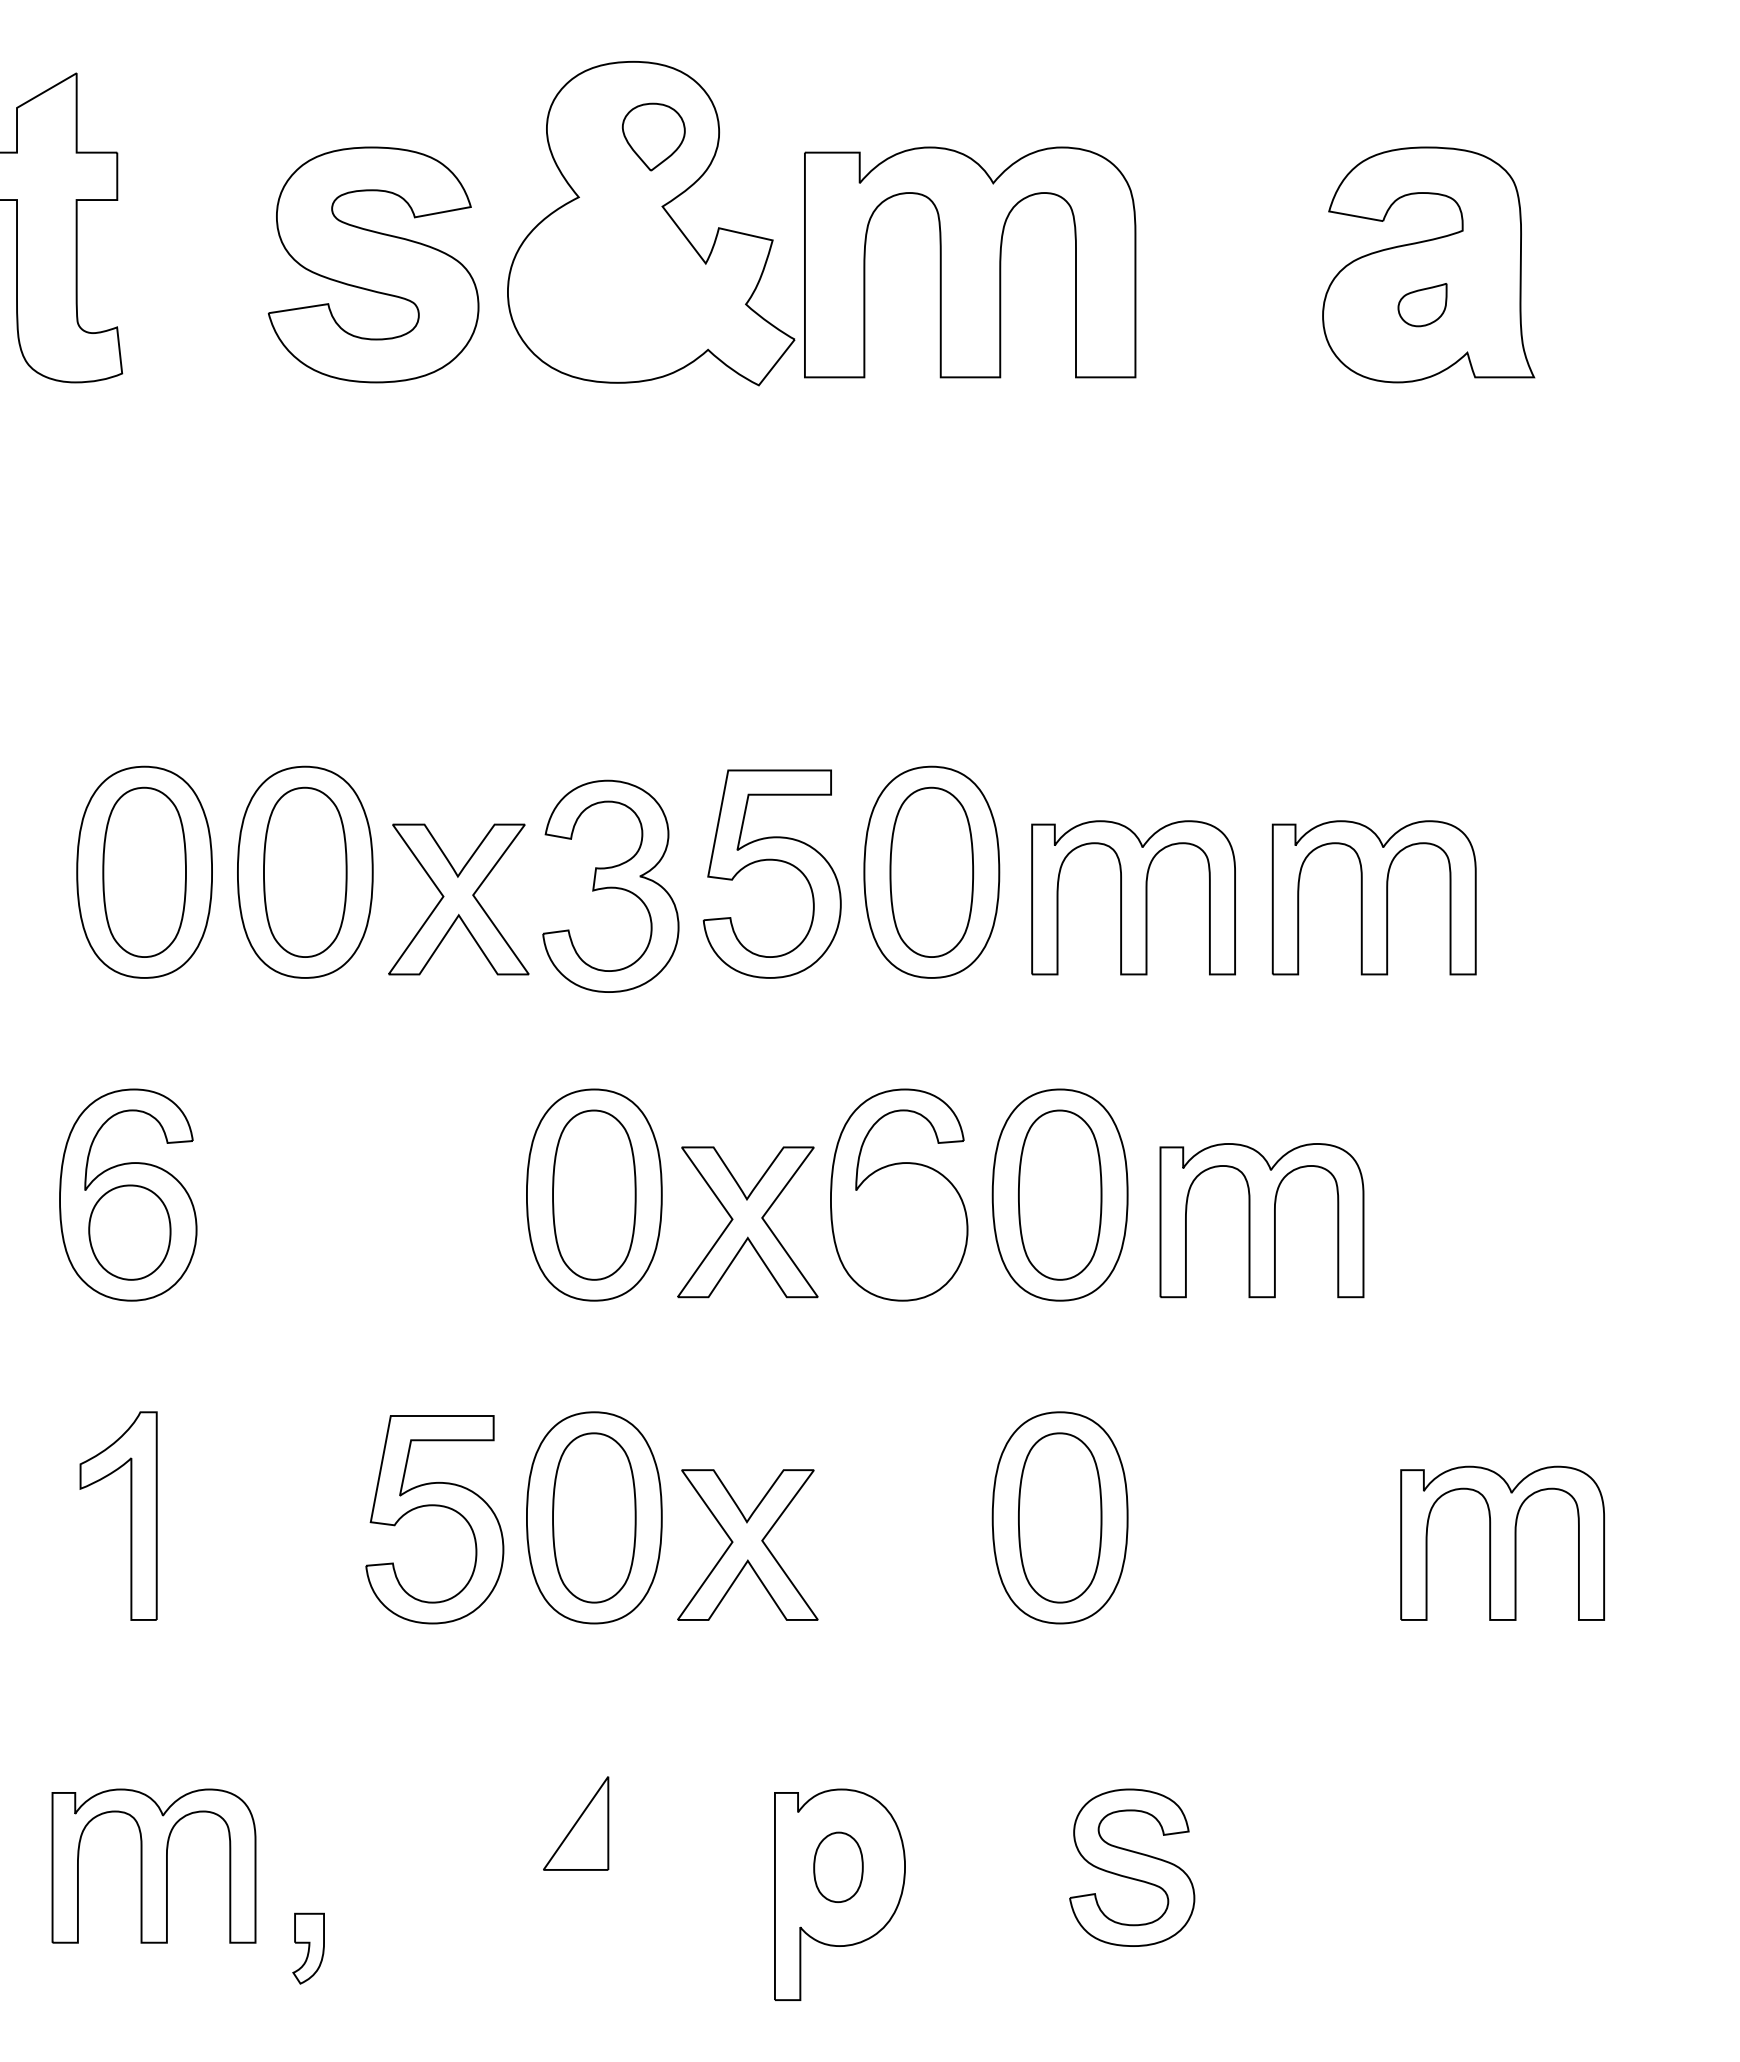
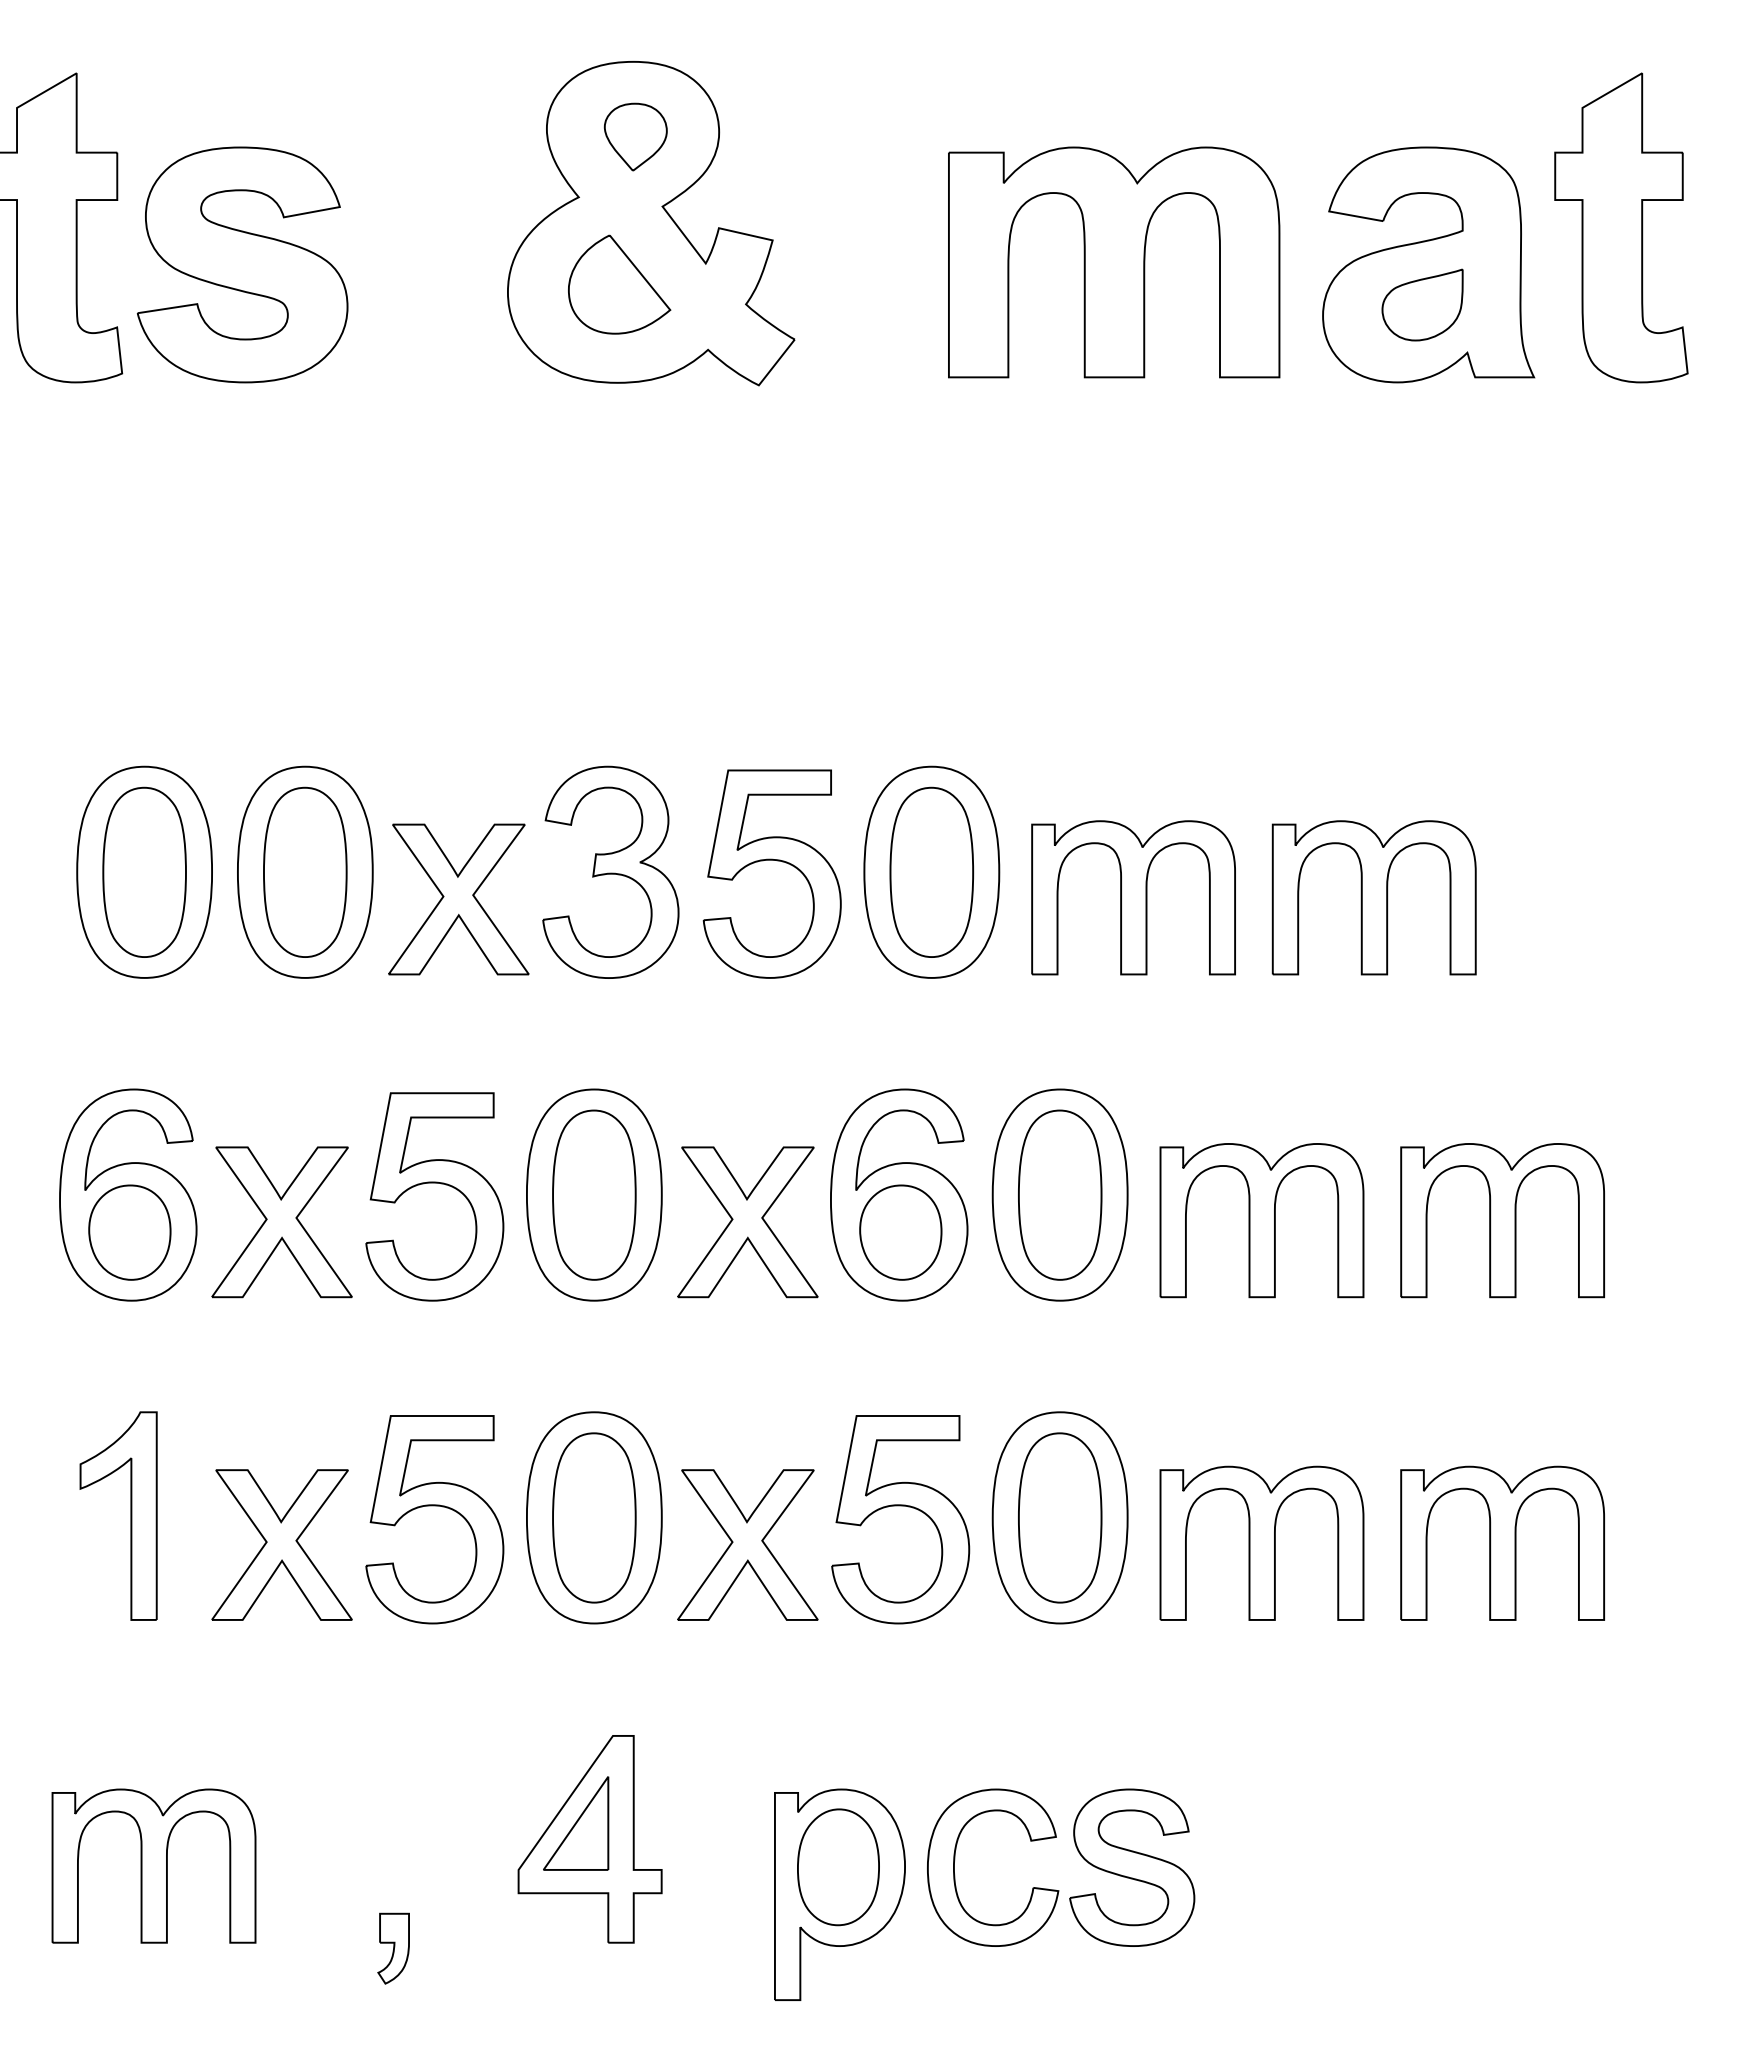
part at (653, 136) position: (653, 136) -> (635, 136)
part at (1621, 227): none -> present
part at (970, 262) position: (970, 262) -> (1114, 262)
part at (373, 264) position: (373, 264) -> (242, 264)
part at (619, 284): none -> present
part at (1422, 305) size: 51x45 px -> 83x74 px
part at (610, 885) position: (610, 885) -> (610, 871)
part at (434, 1183): none -> present
part at (1502, 1220): none -> present
part at (281, 1222): none -> present
part at (900, 1232): none -> present
part at (900, 1506): none -> present
part at (1261, 1542): none -> present
part at (281, 1544): none -> present
part at (589, 1839): none -> present
part at (955, 1860): none -> present
part at (838, 1866) size: 51x72 px -> 83x119 px
part at (308, 1948) position: (308, 1948) -> (393, 1948)
